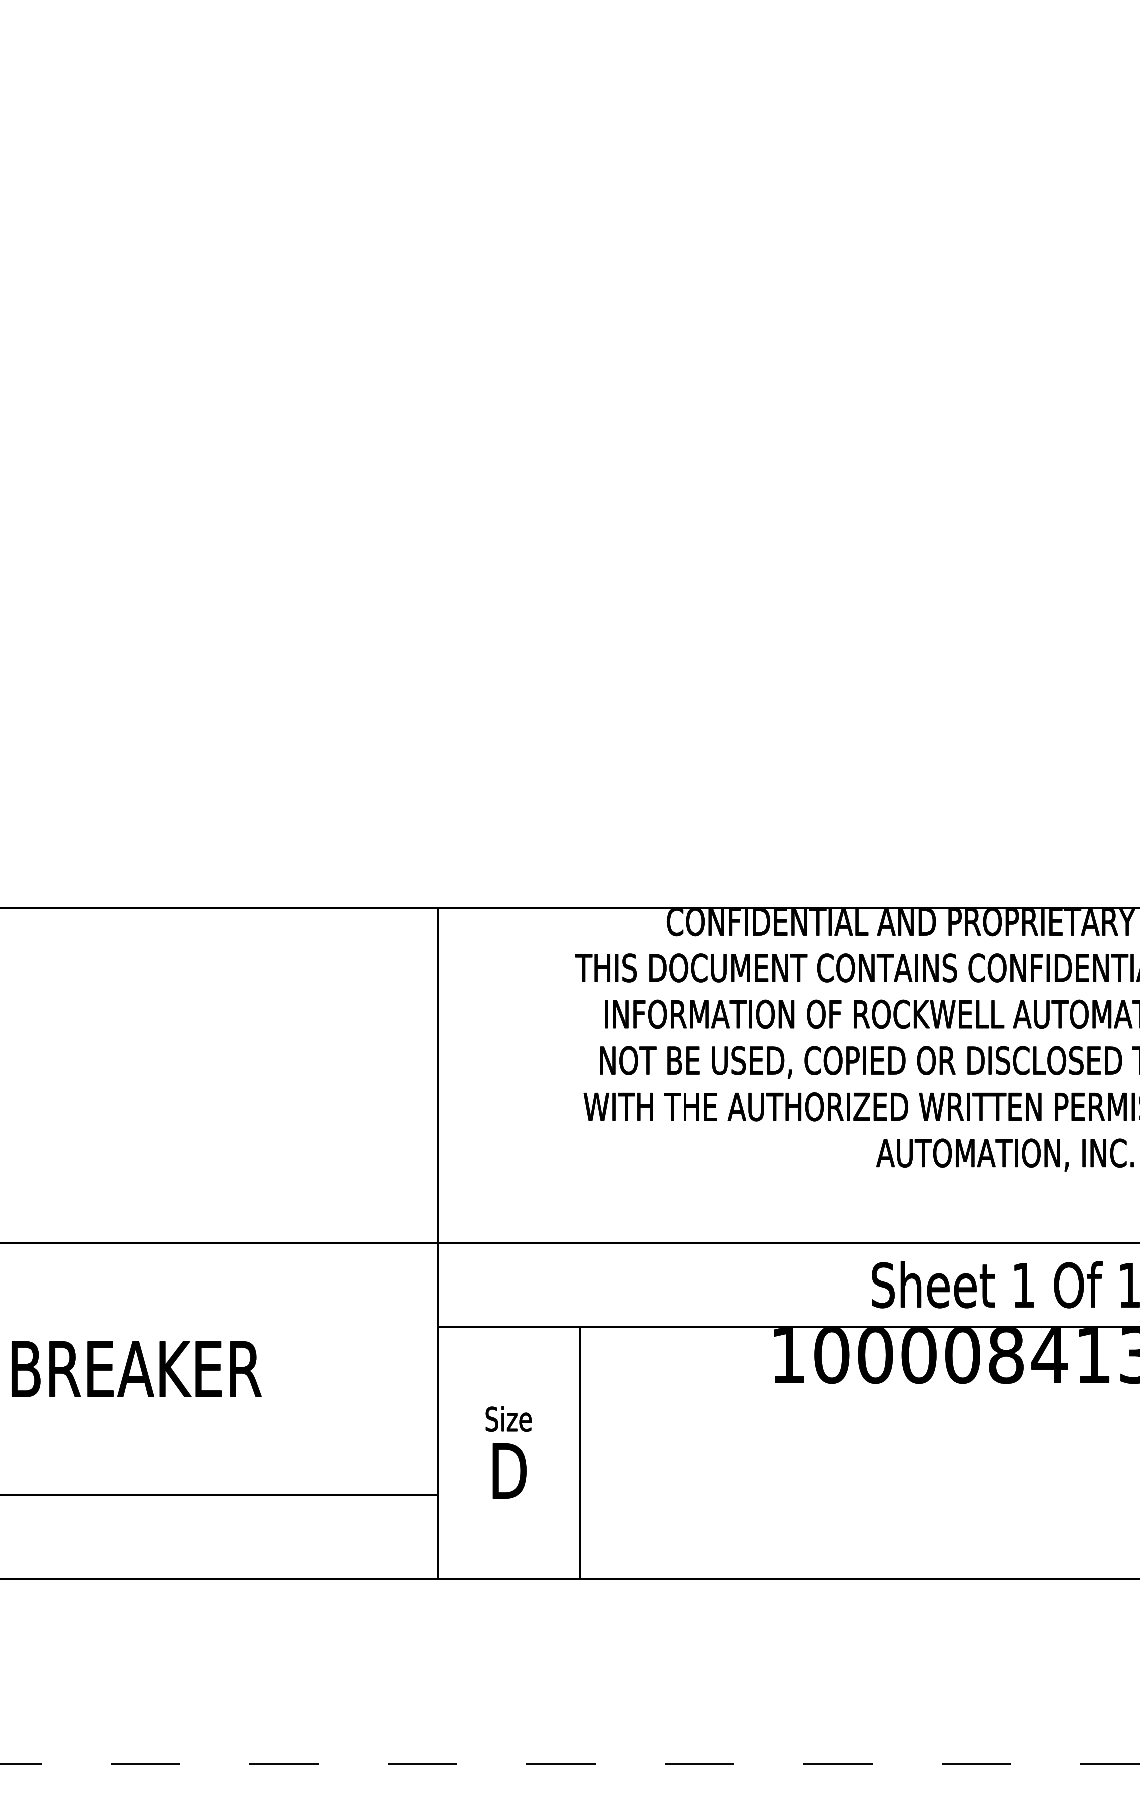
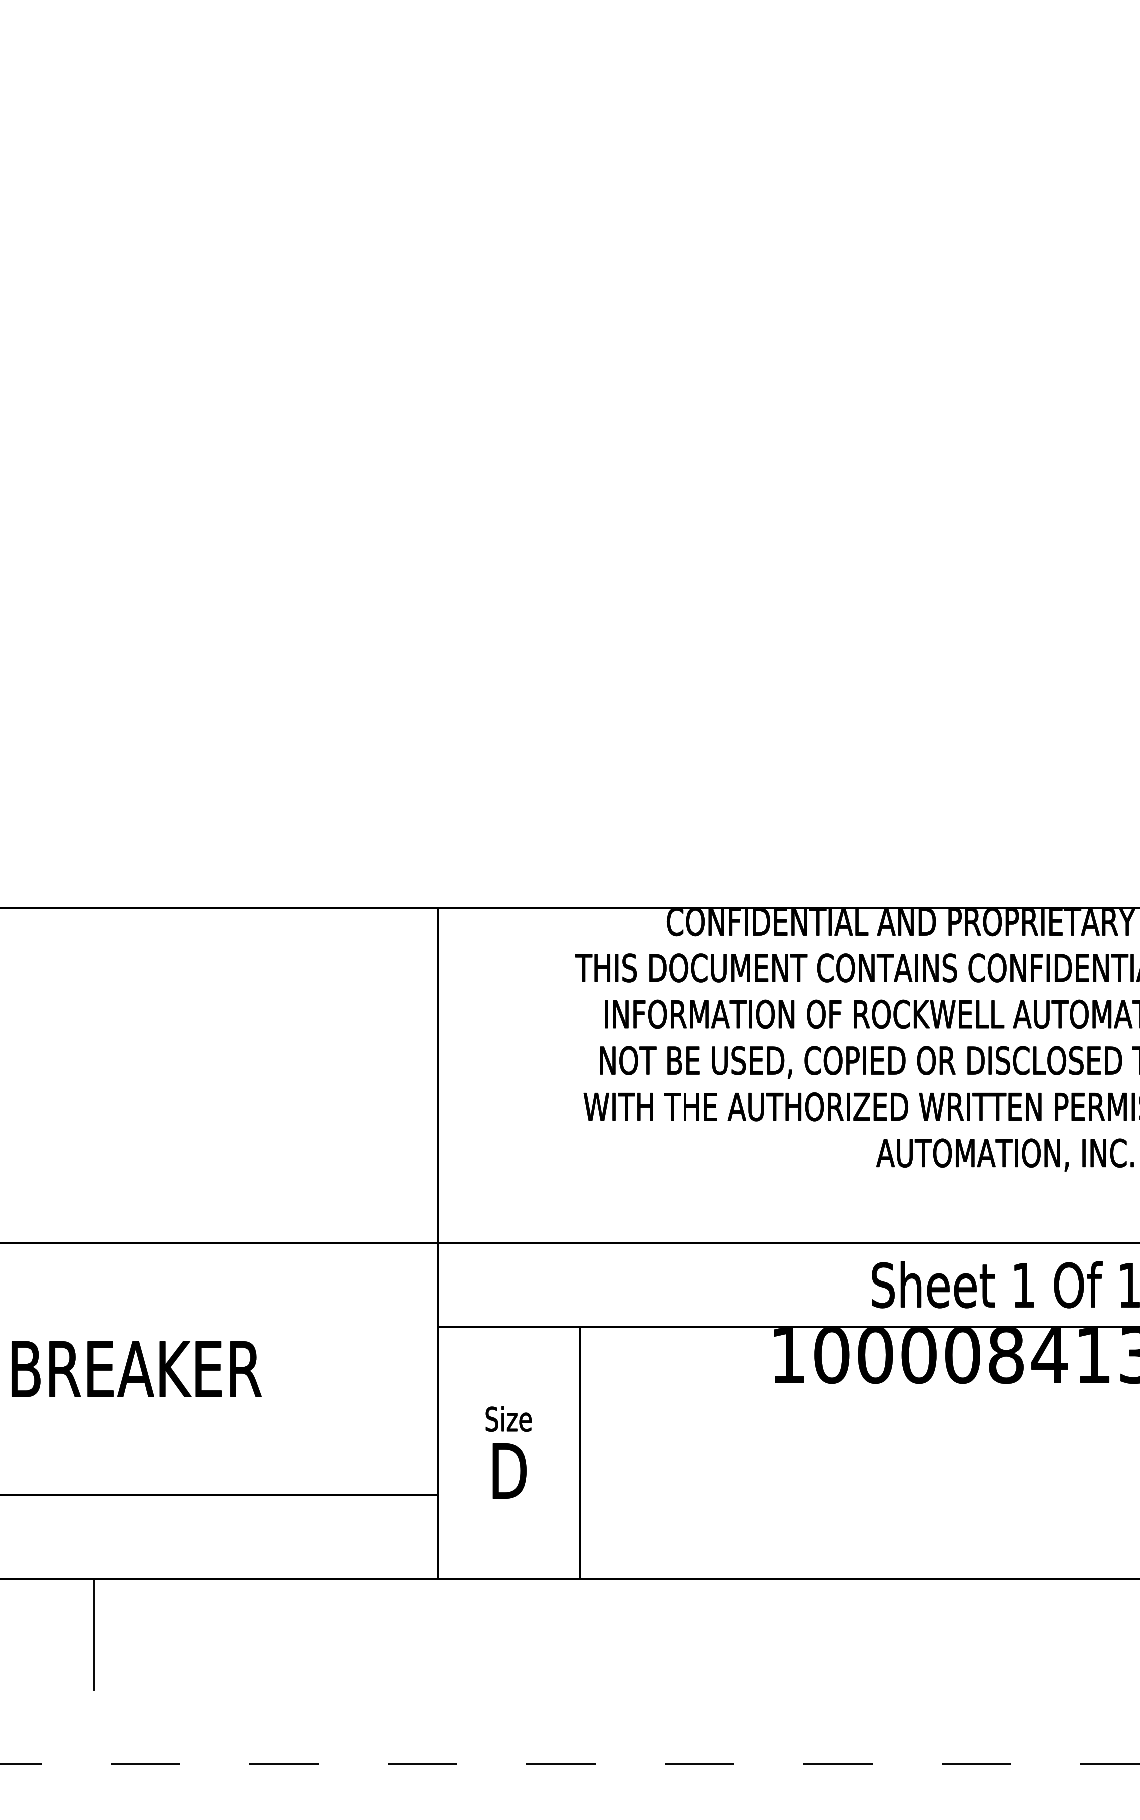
line at (93, 1633): none -> present
